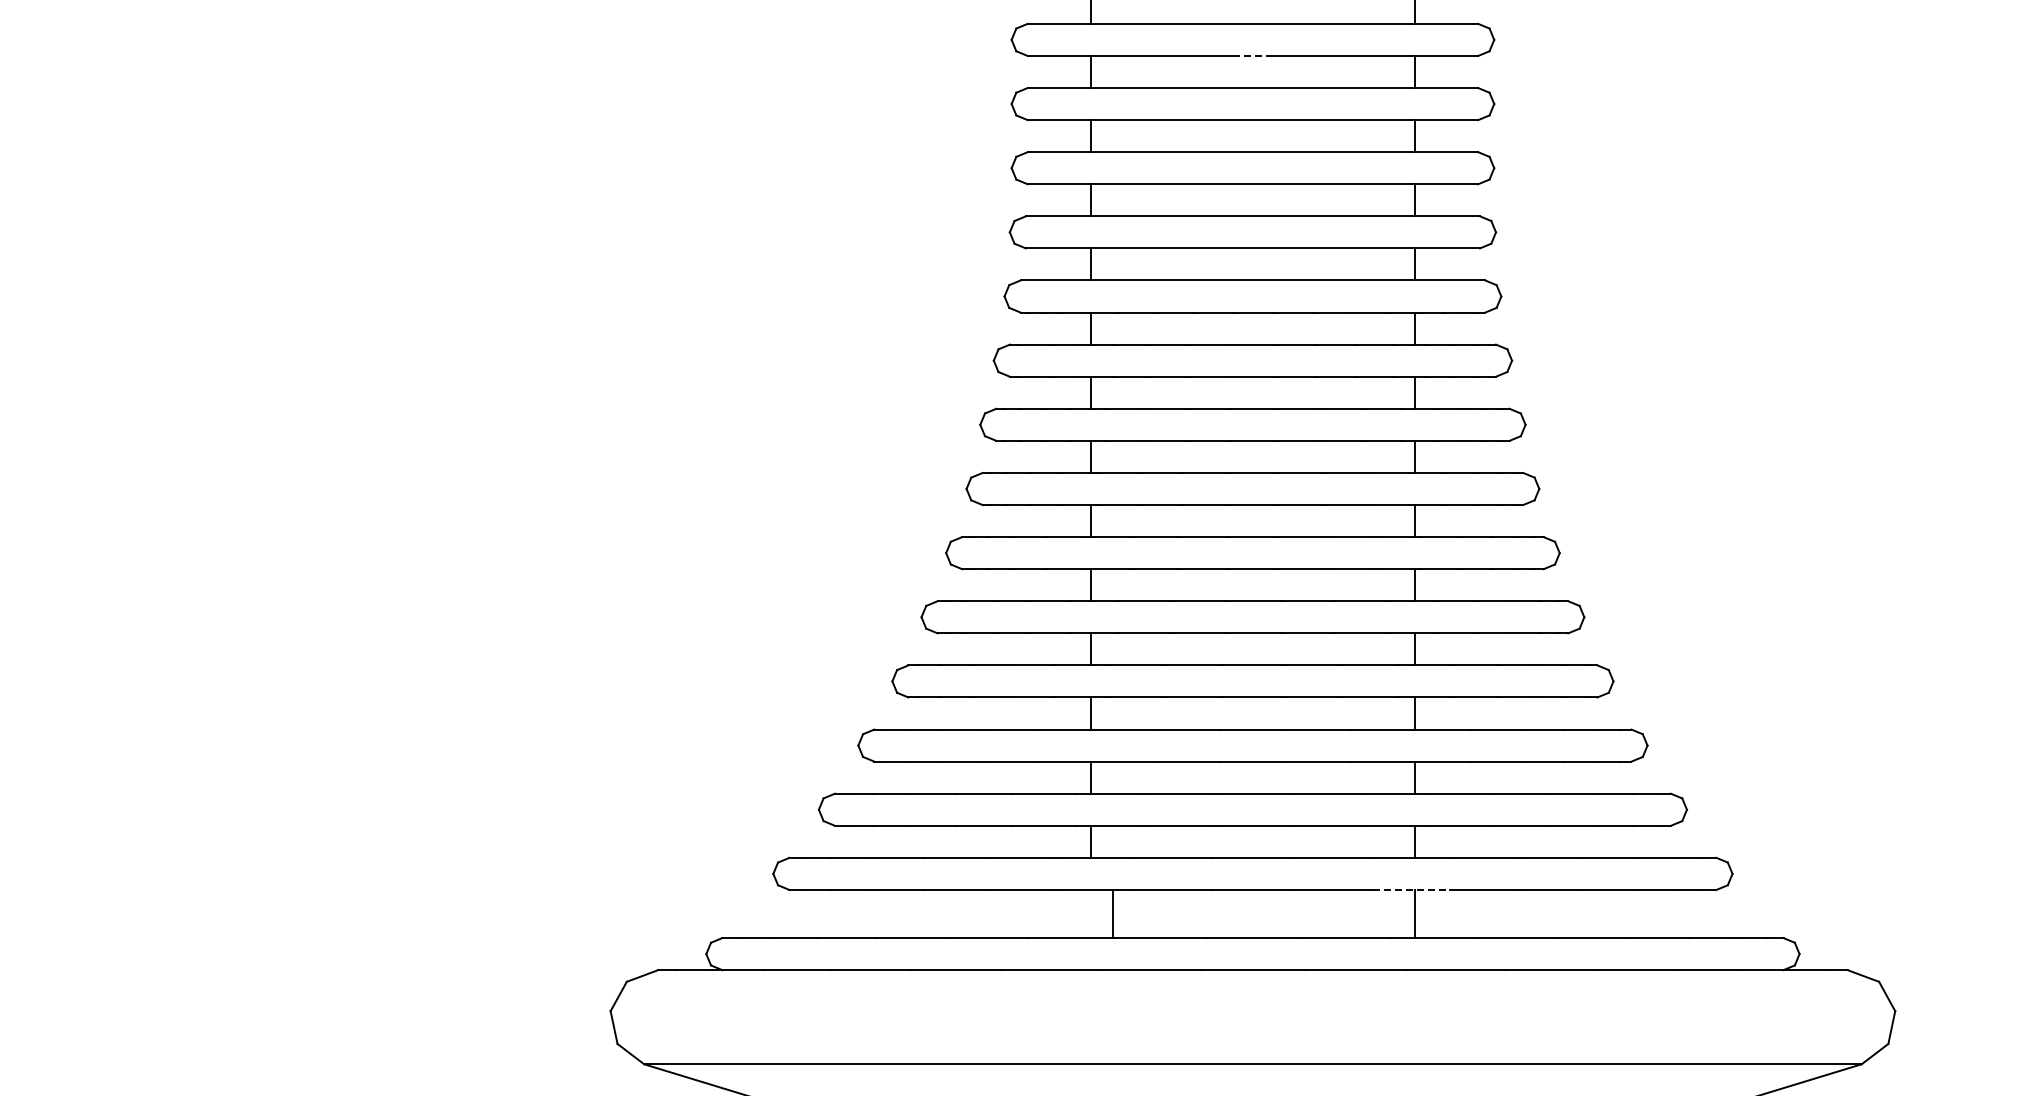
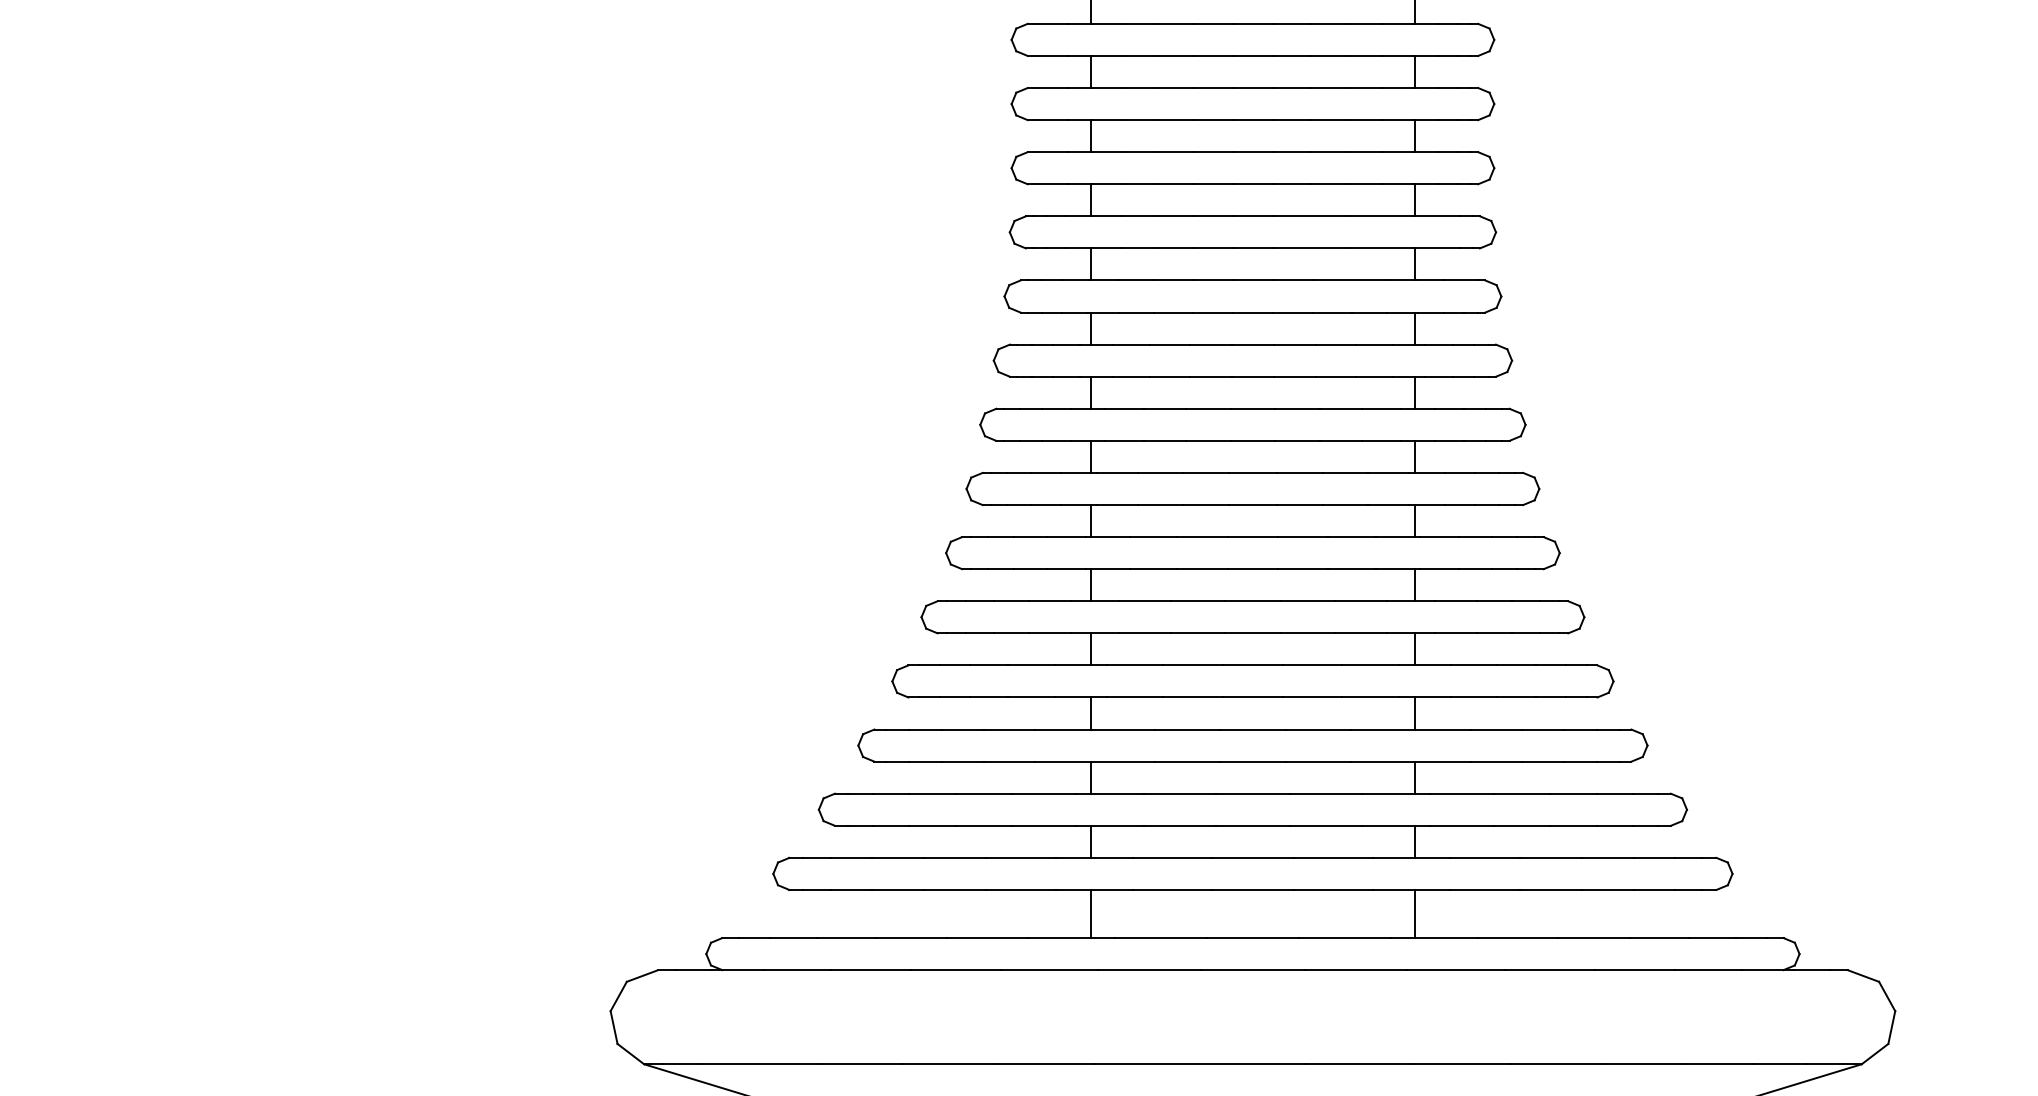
line at (1252, 55): dashed -> solid
line at (1411, 889): dashed -> solid
line at (1113, 913) position: (1113, 913) -> (1091, 913)
